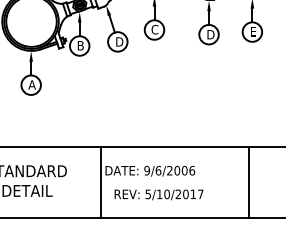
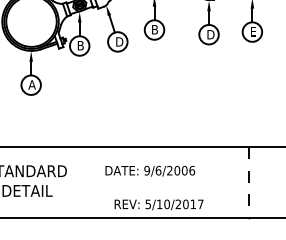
text at (154, 29): C -> B
line at (100, 182): present -> none
line at (248, 183): solid -> dashed
text at (158, 194) position: (158, 194) -> (158, 204)
